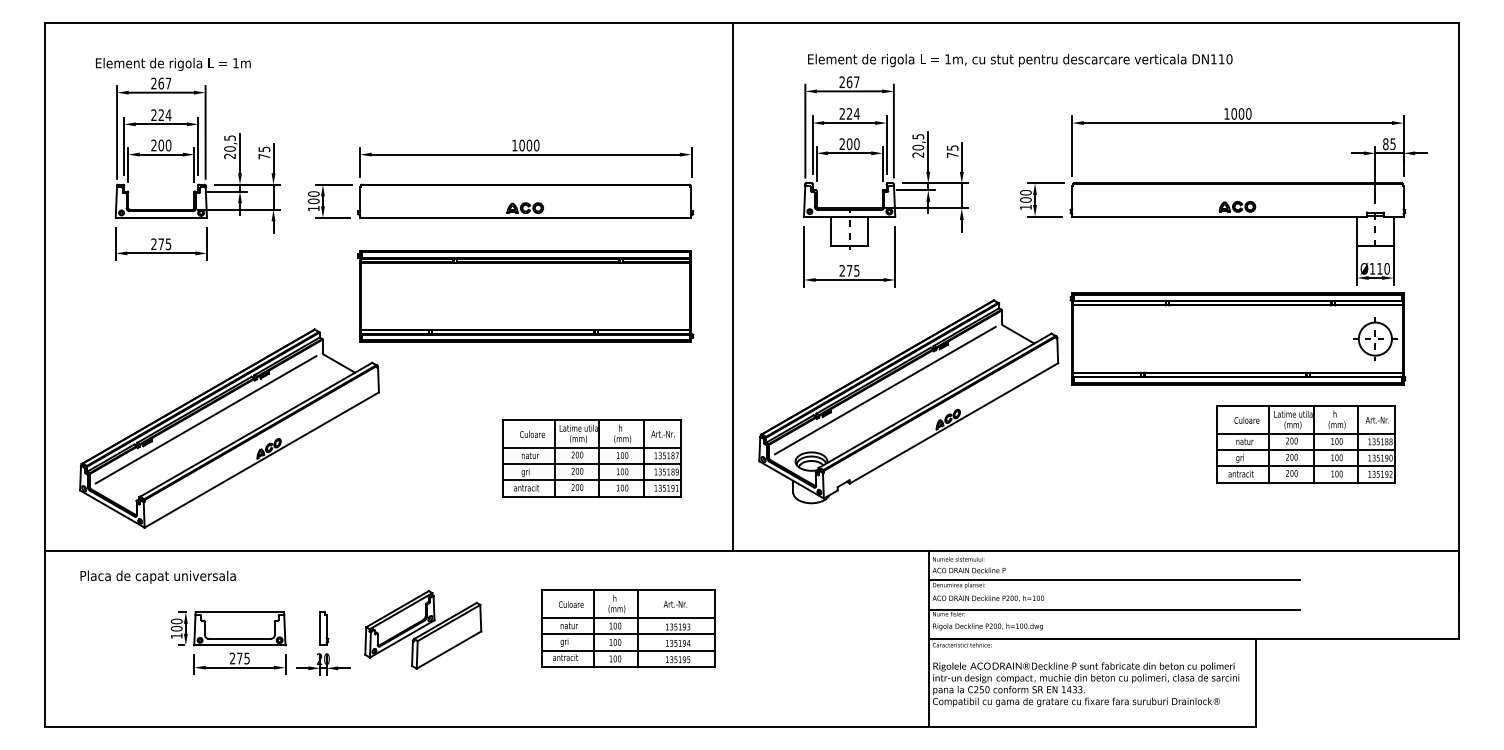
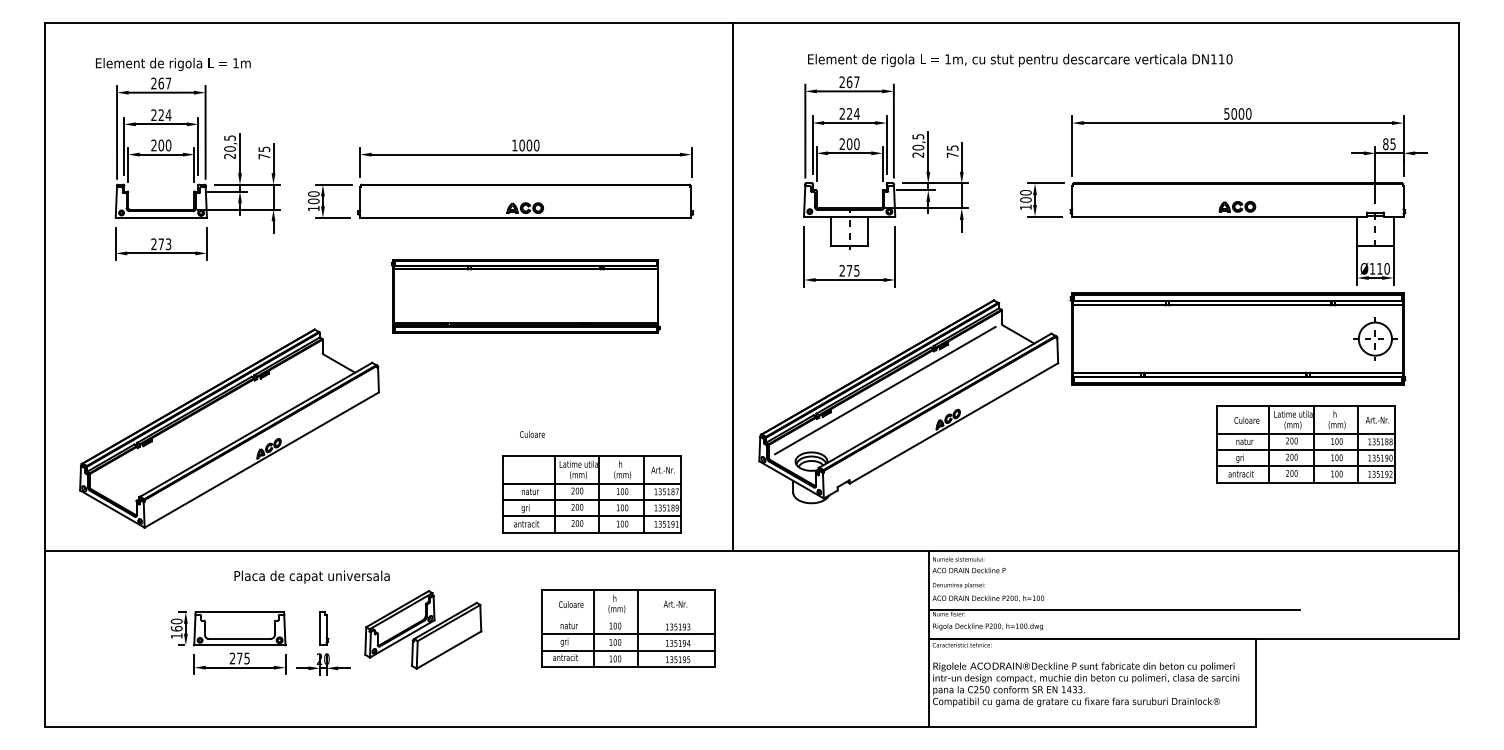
text at (1226, 113): 1000 -> 5000
text at (168, 243): 275 -> 273
part at (525, 296) size: 338x93 px -> 271x75 px
line at (205, 419): present -> none
part at (591, 458) position: (591, 458) -> (591, 494)
text at (157, 576) position: (157, 576) -> (311, 576)
line at (1114, 580): present -> none
line at (628, 618): present -> none
text at (176, 628): 100 -> 160
